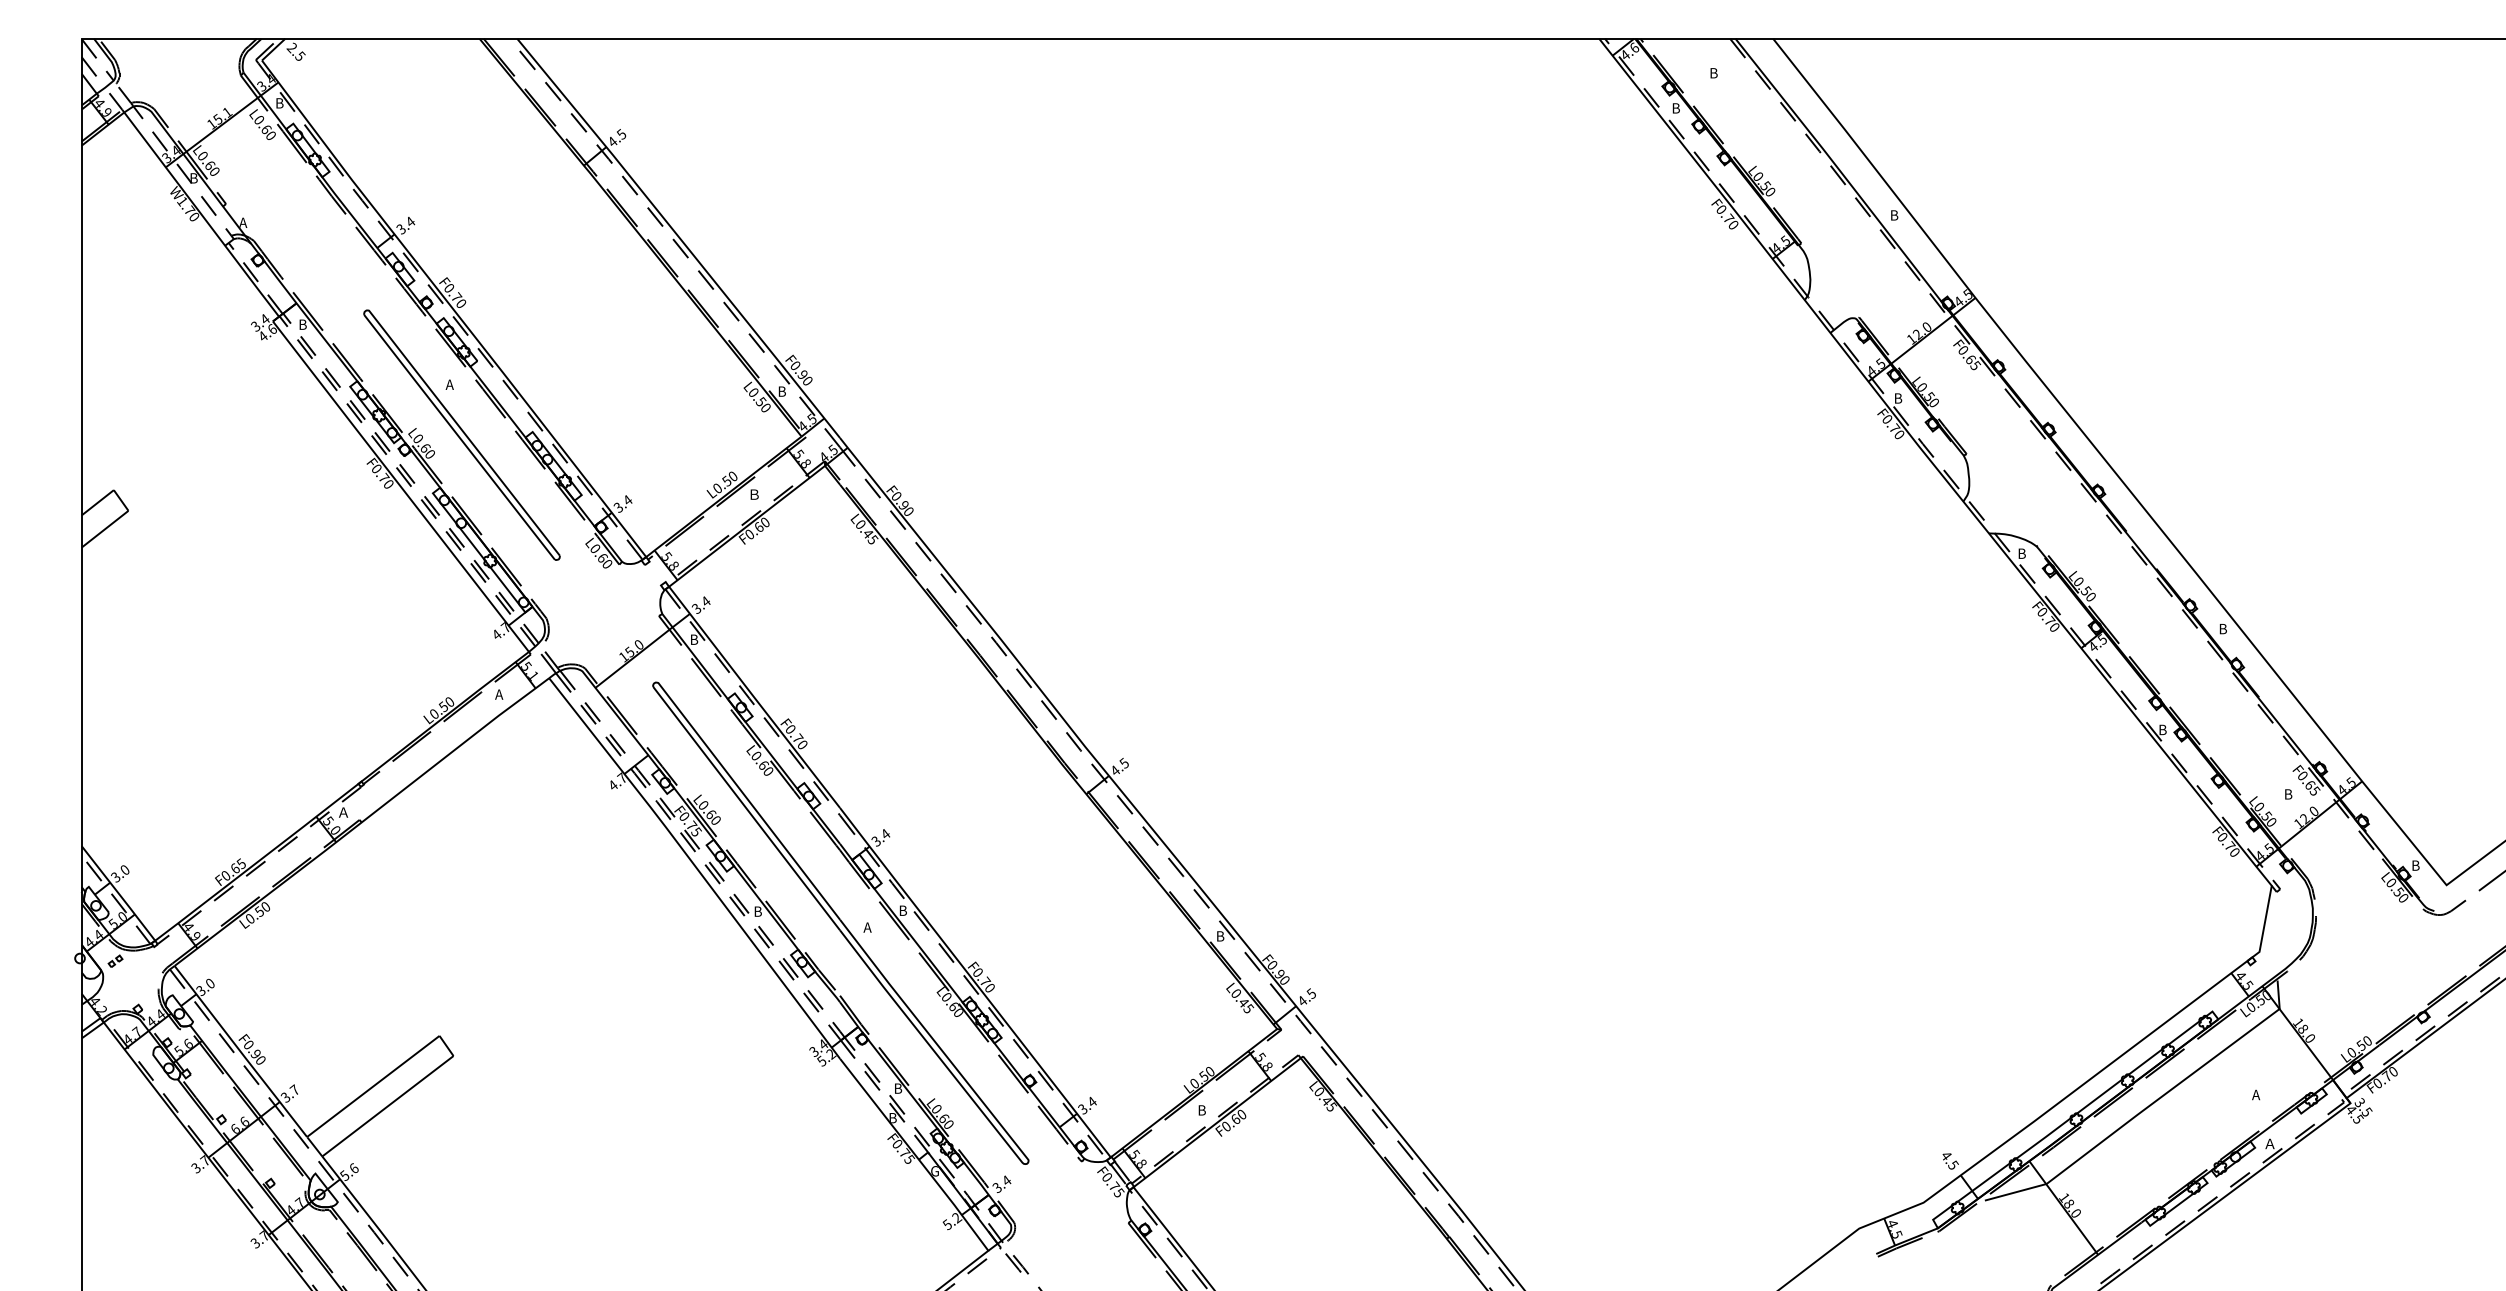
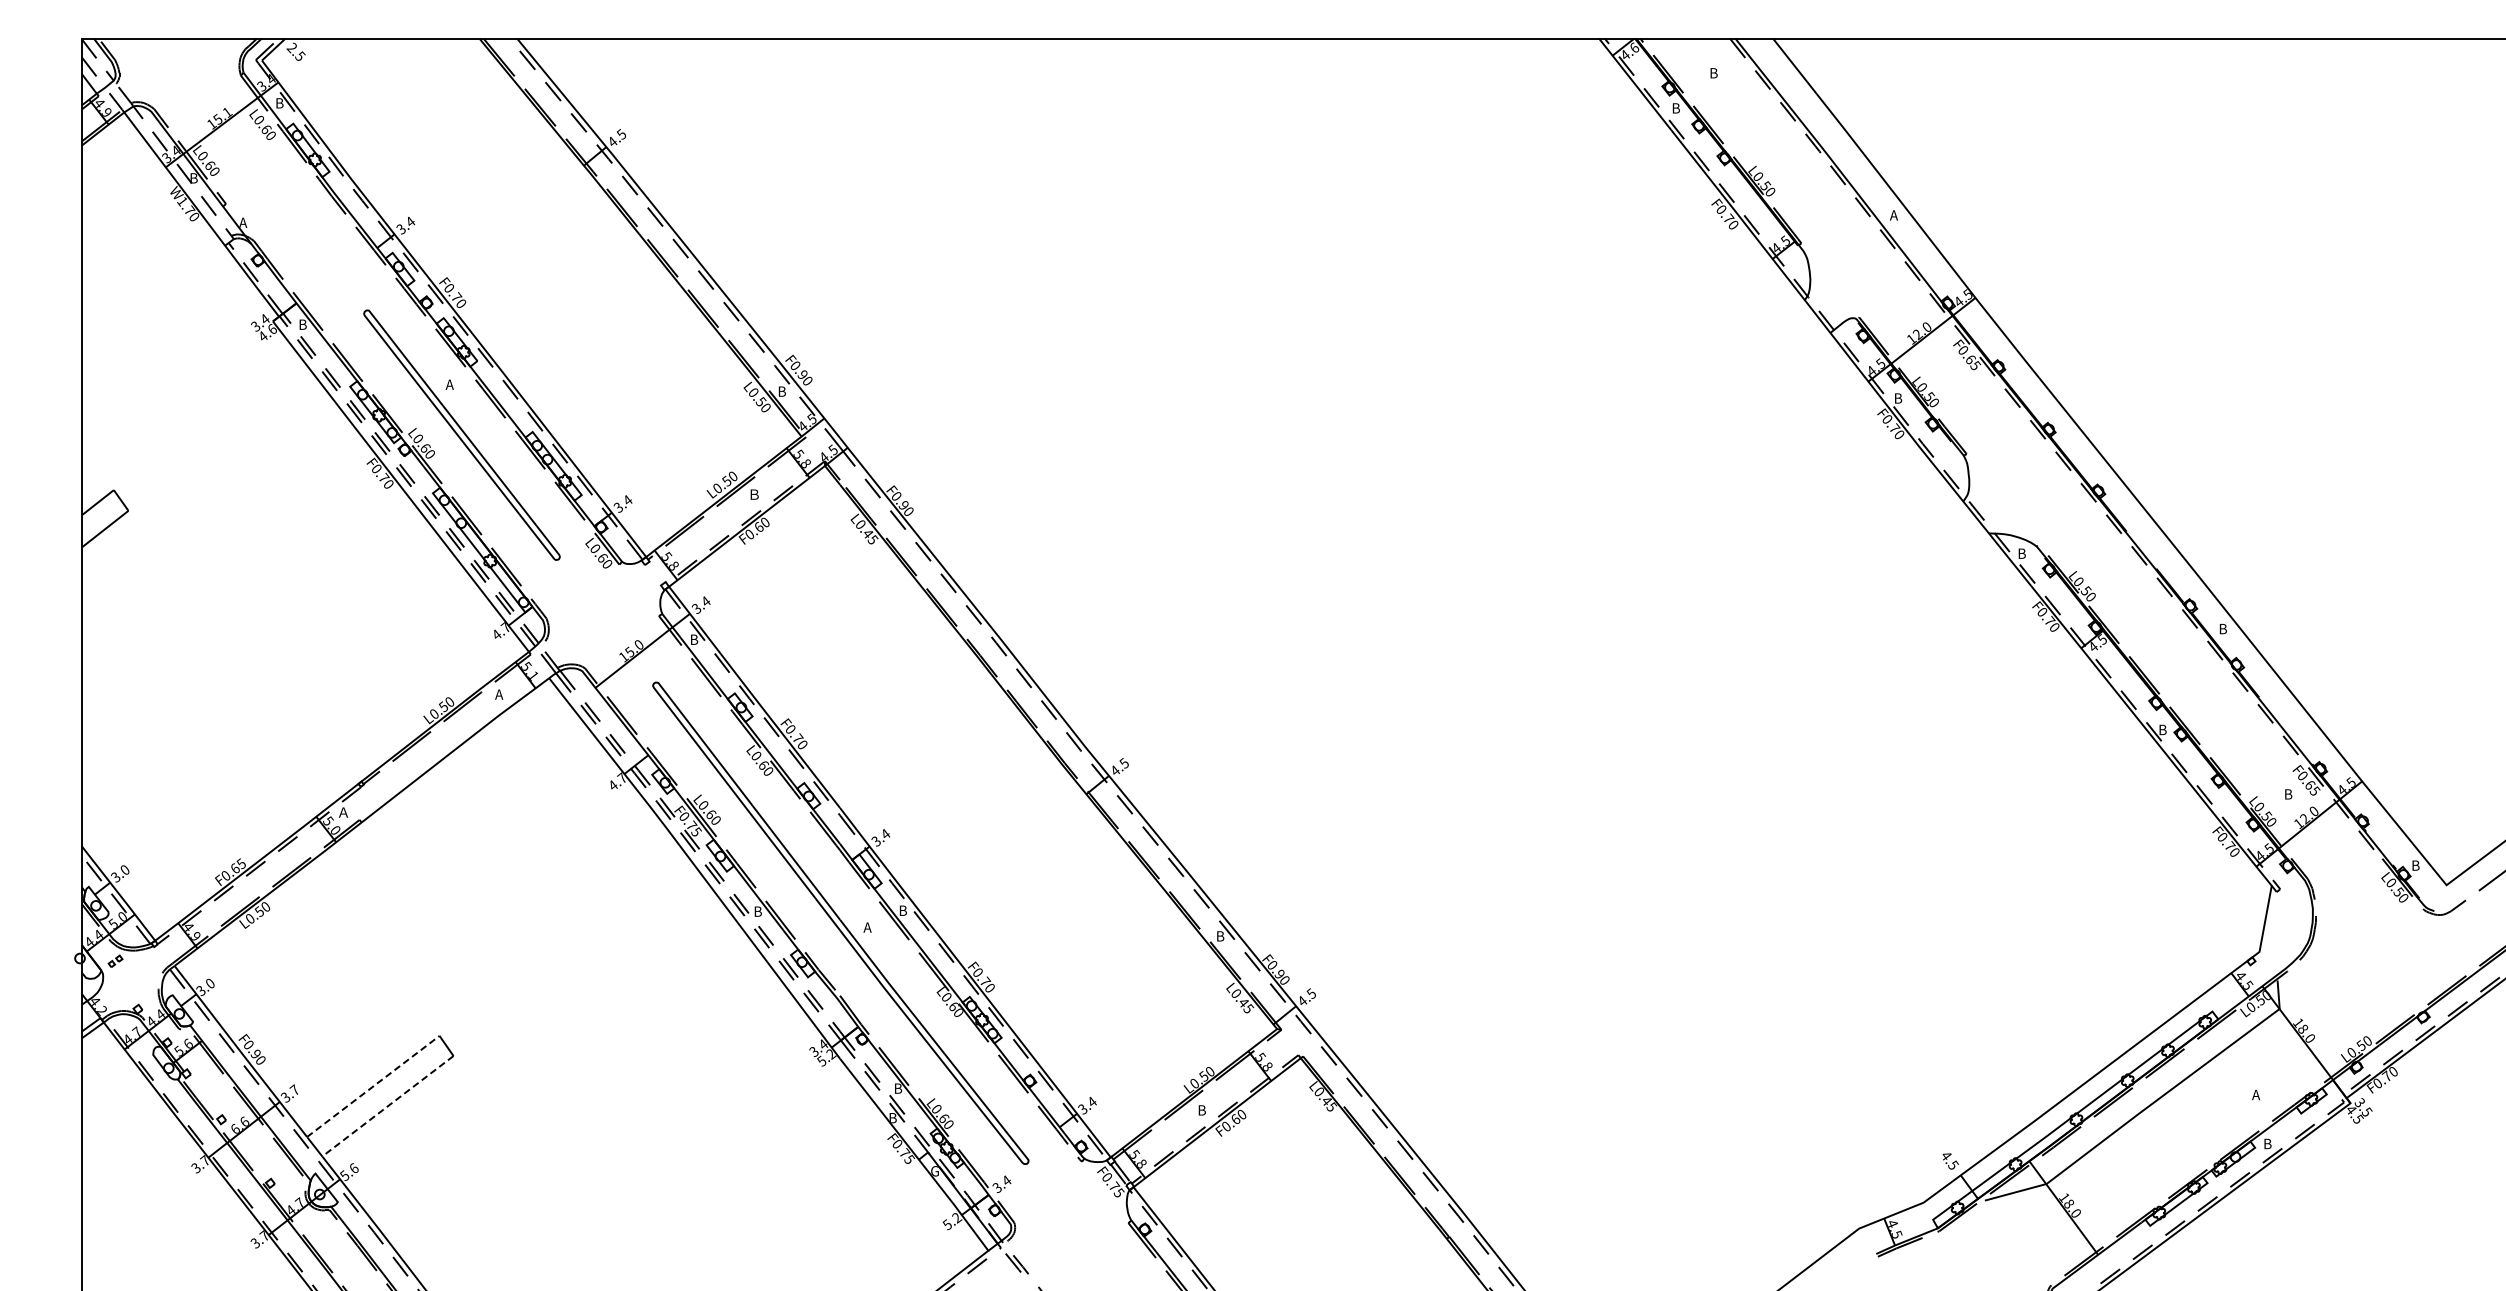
text at (1894, 215): B -> A
line at (373, 1086): solid -> dashed
line at (387, 1106): solid -> dashed
text at (2269, 1143): Ａ -> B
